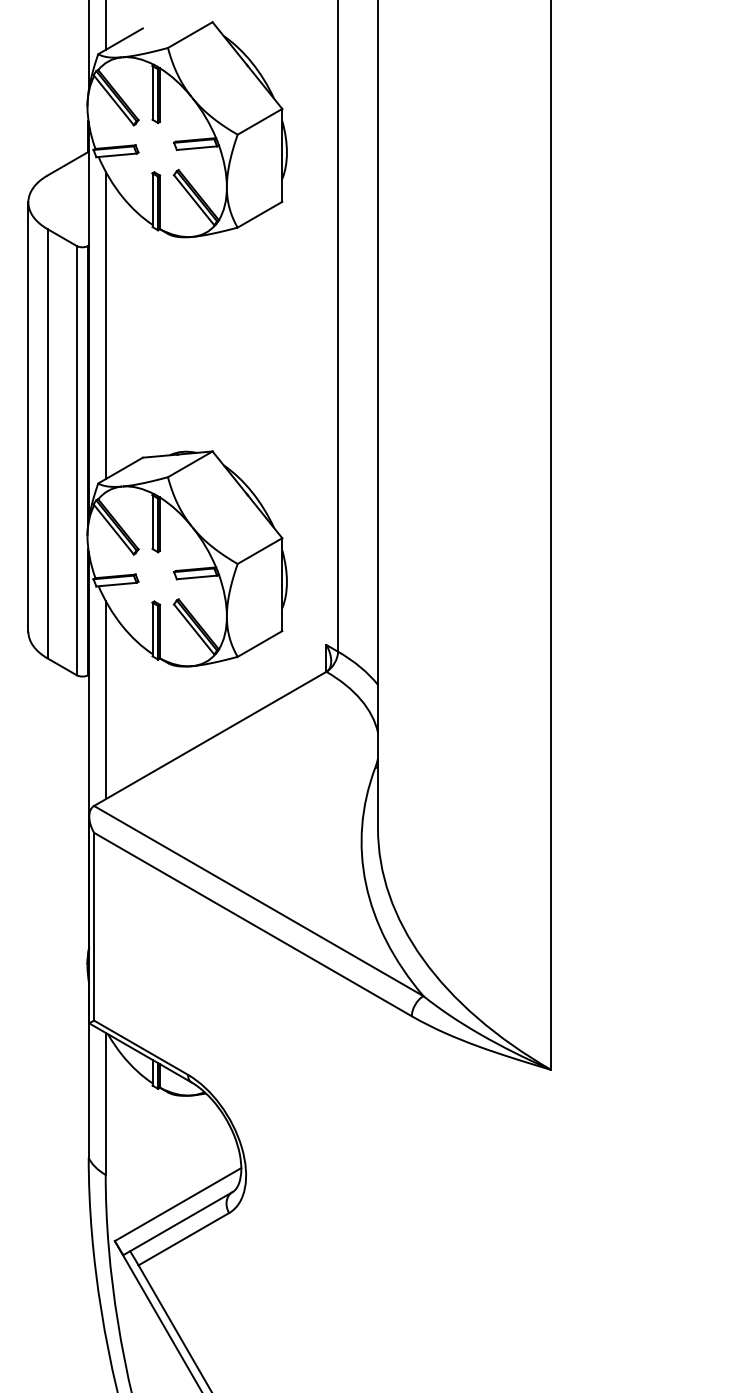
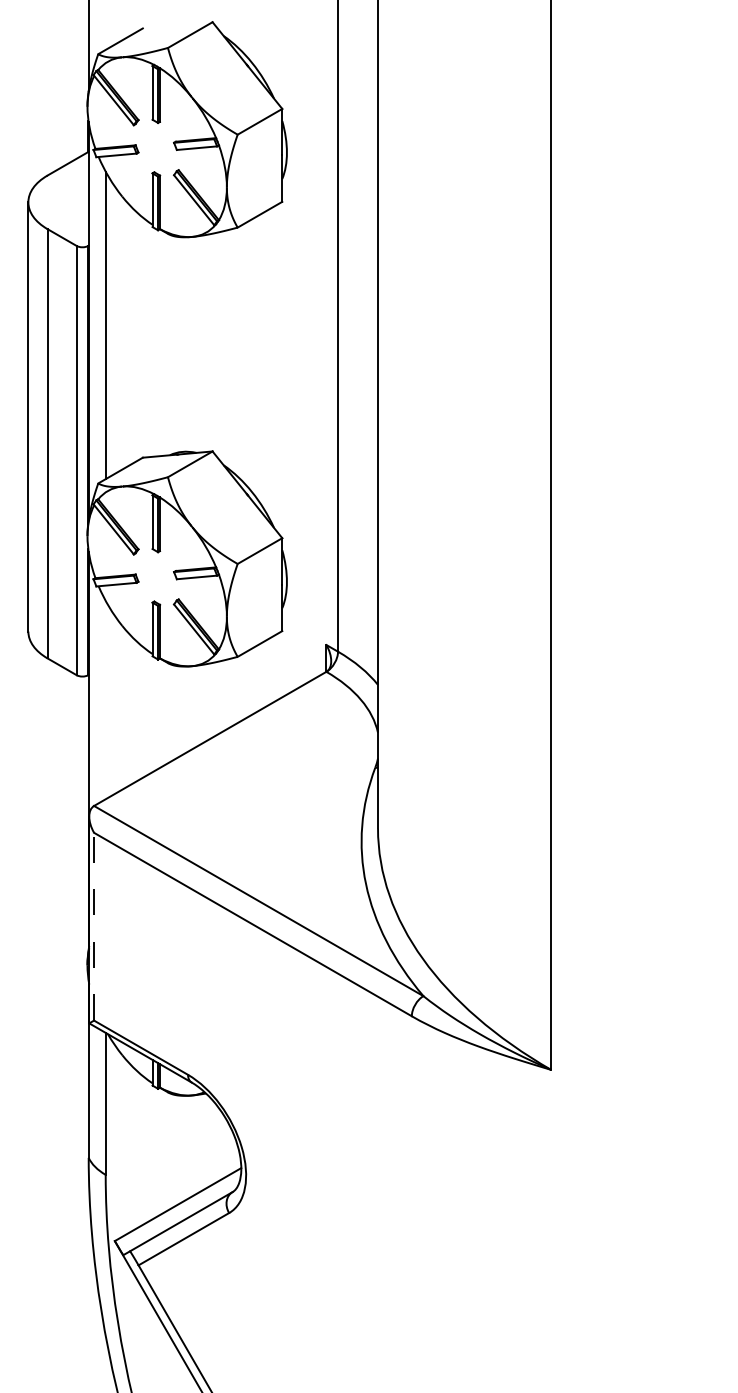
line at (105, 25): present -> none
line at (105, 699): present -> none
line at (94, 926): solid -> dashed
